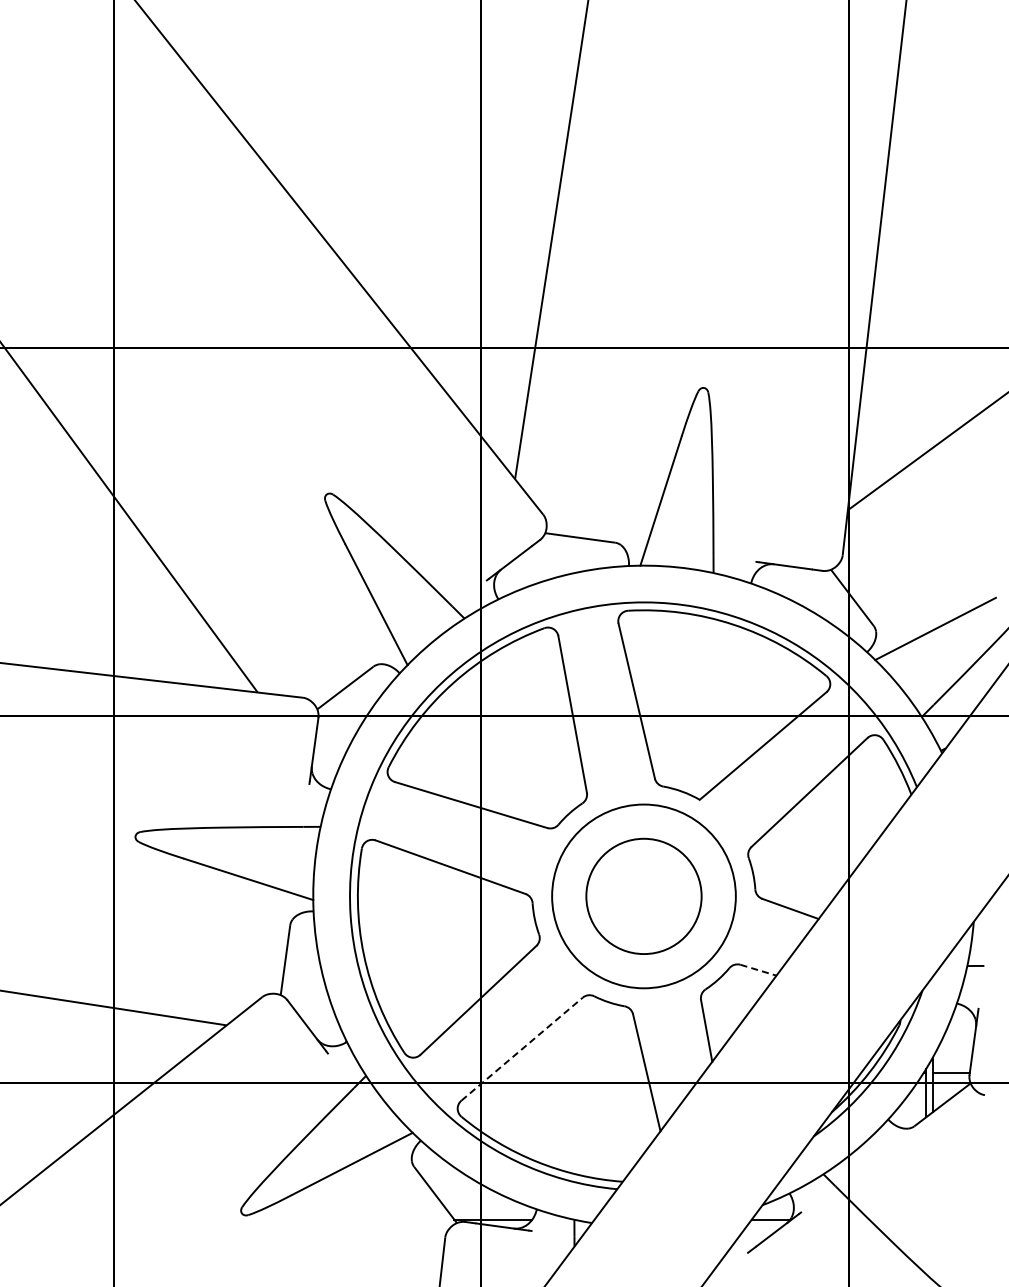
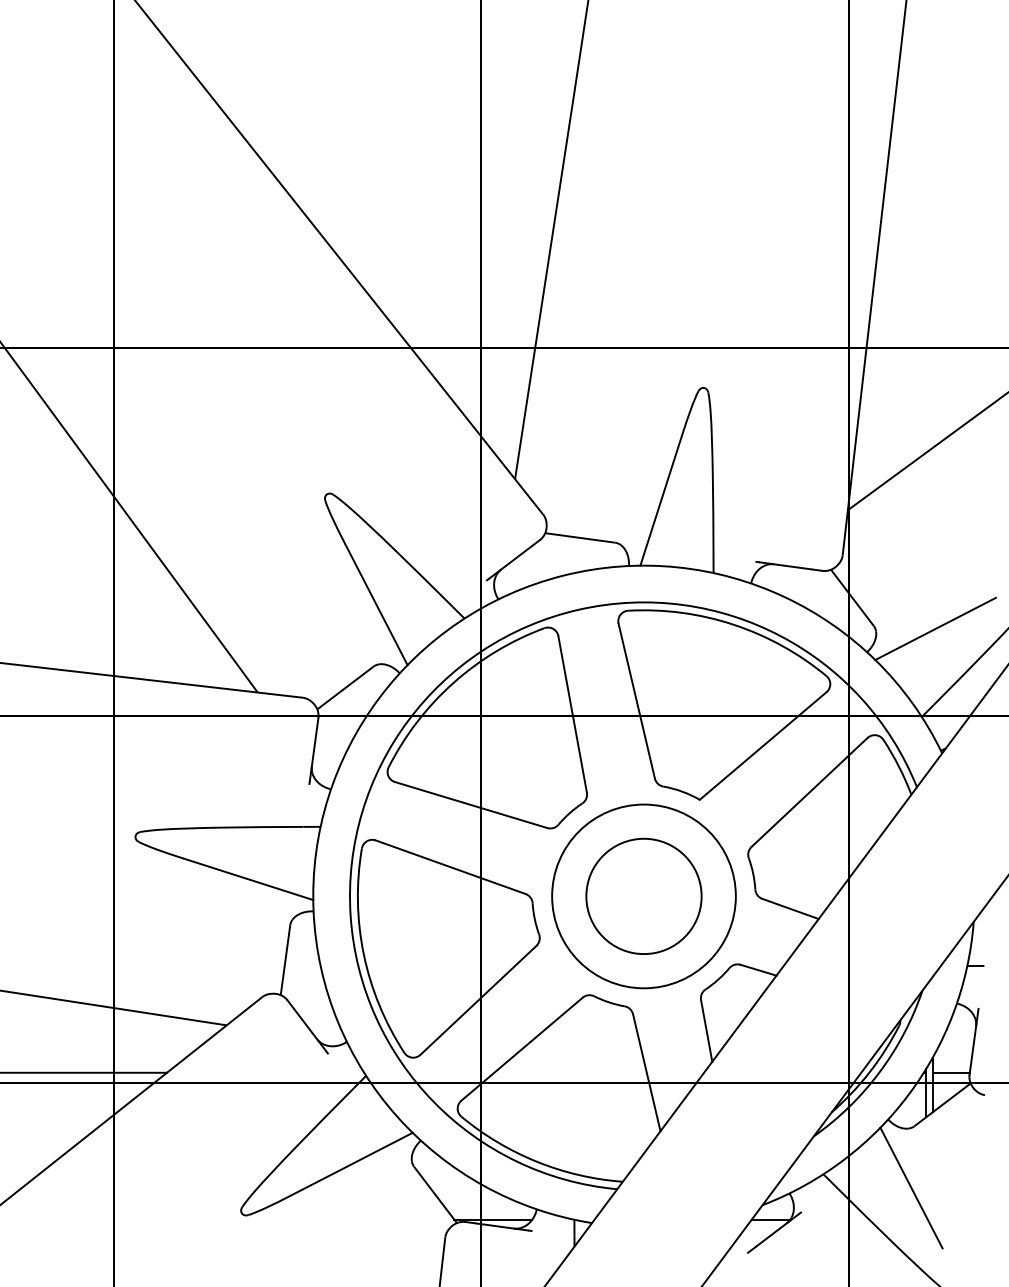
line at (758, 970): dashed -> solid
line at (522, 1049): dashed -> solid
line at (84, 1072): none -> present
line at (911, 1187): none -> present
